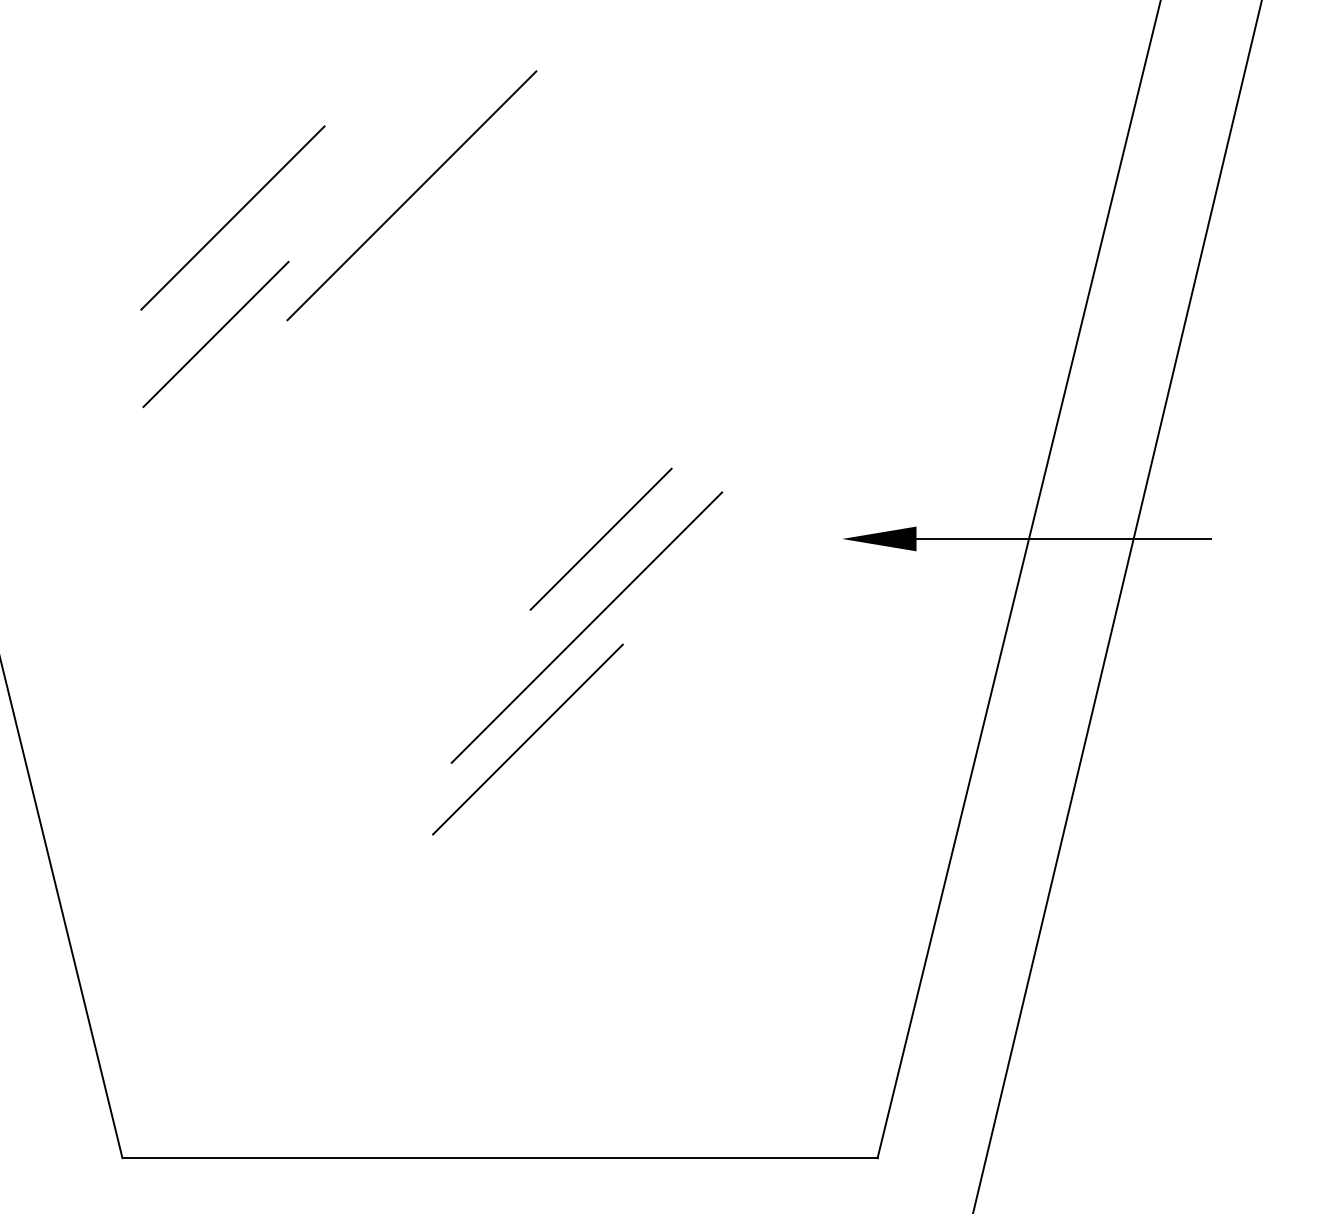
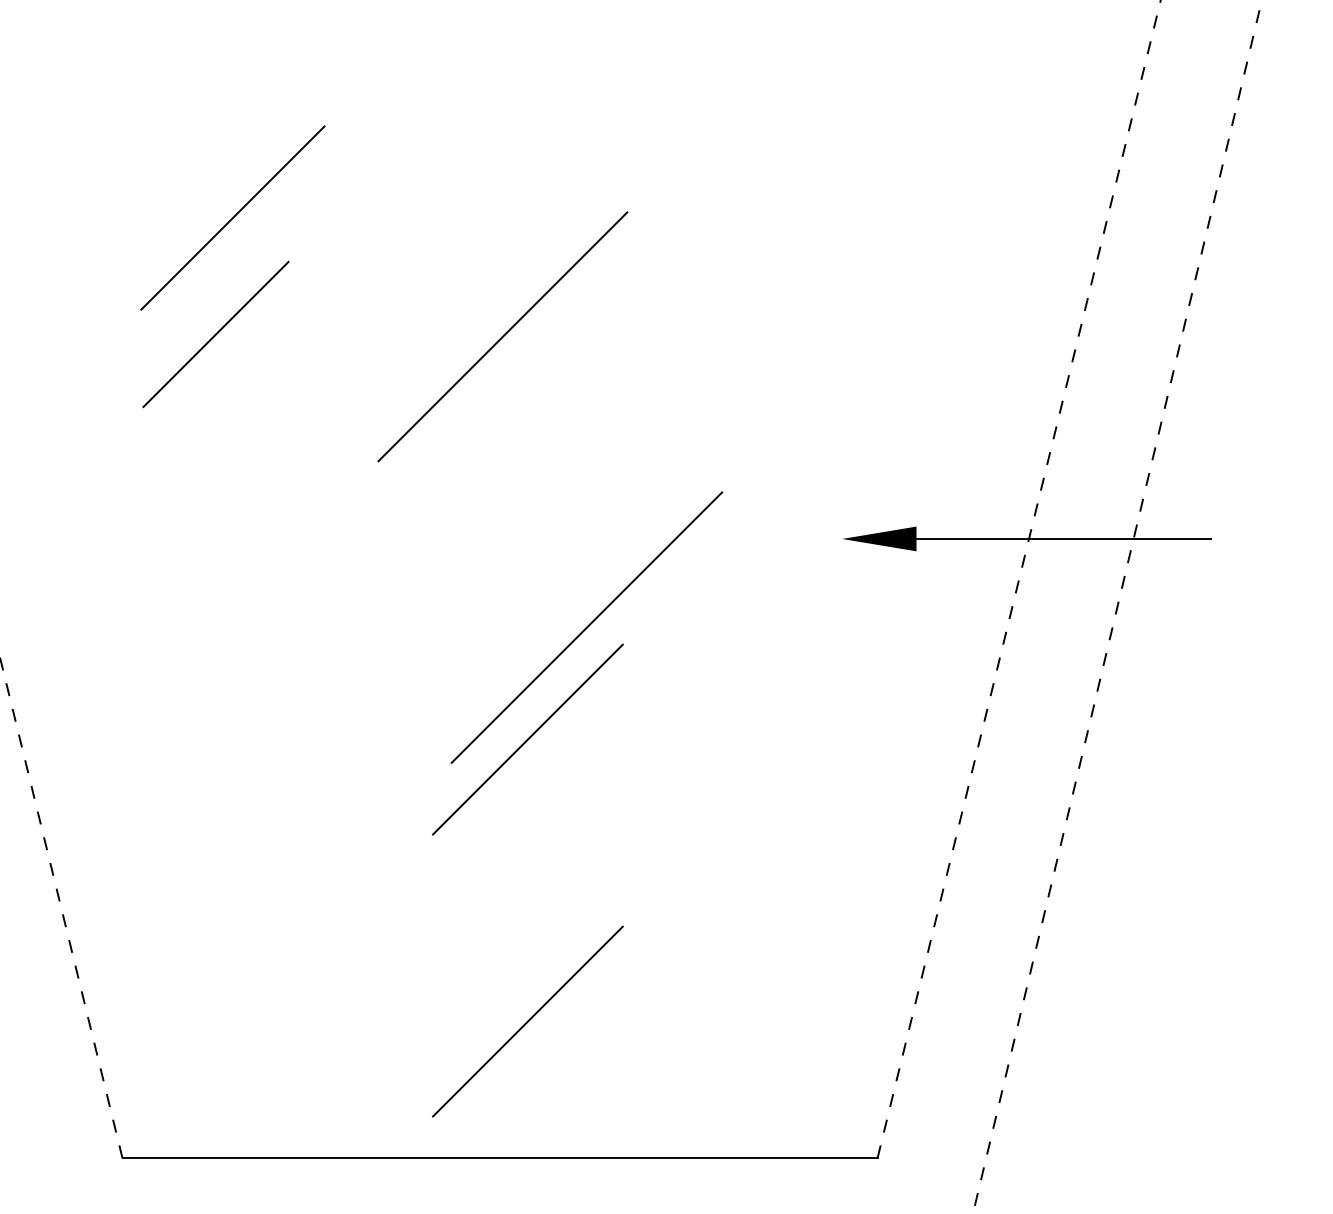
line at (411, 195) position: (411, 195) -> (502, 336)
line at (600, 538): present -> none
line at (1019, 579): solid -> dashed
line at (1117, 606): solid -> dashed
line at (61, 907): solid -> dashed
line at (527, 1021): none -> present
